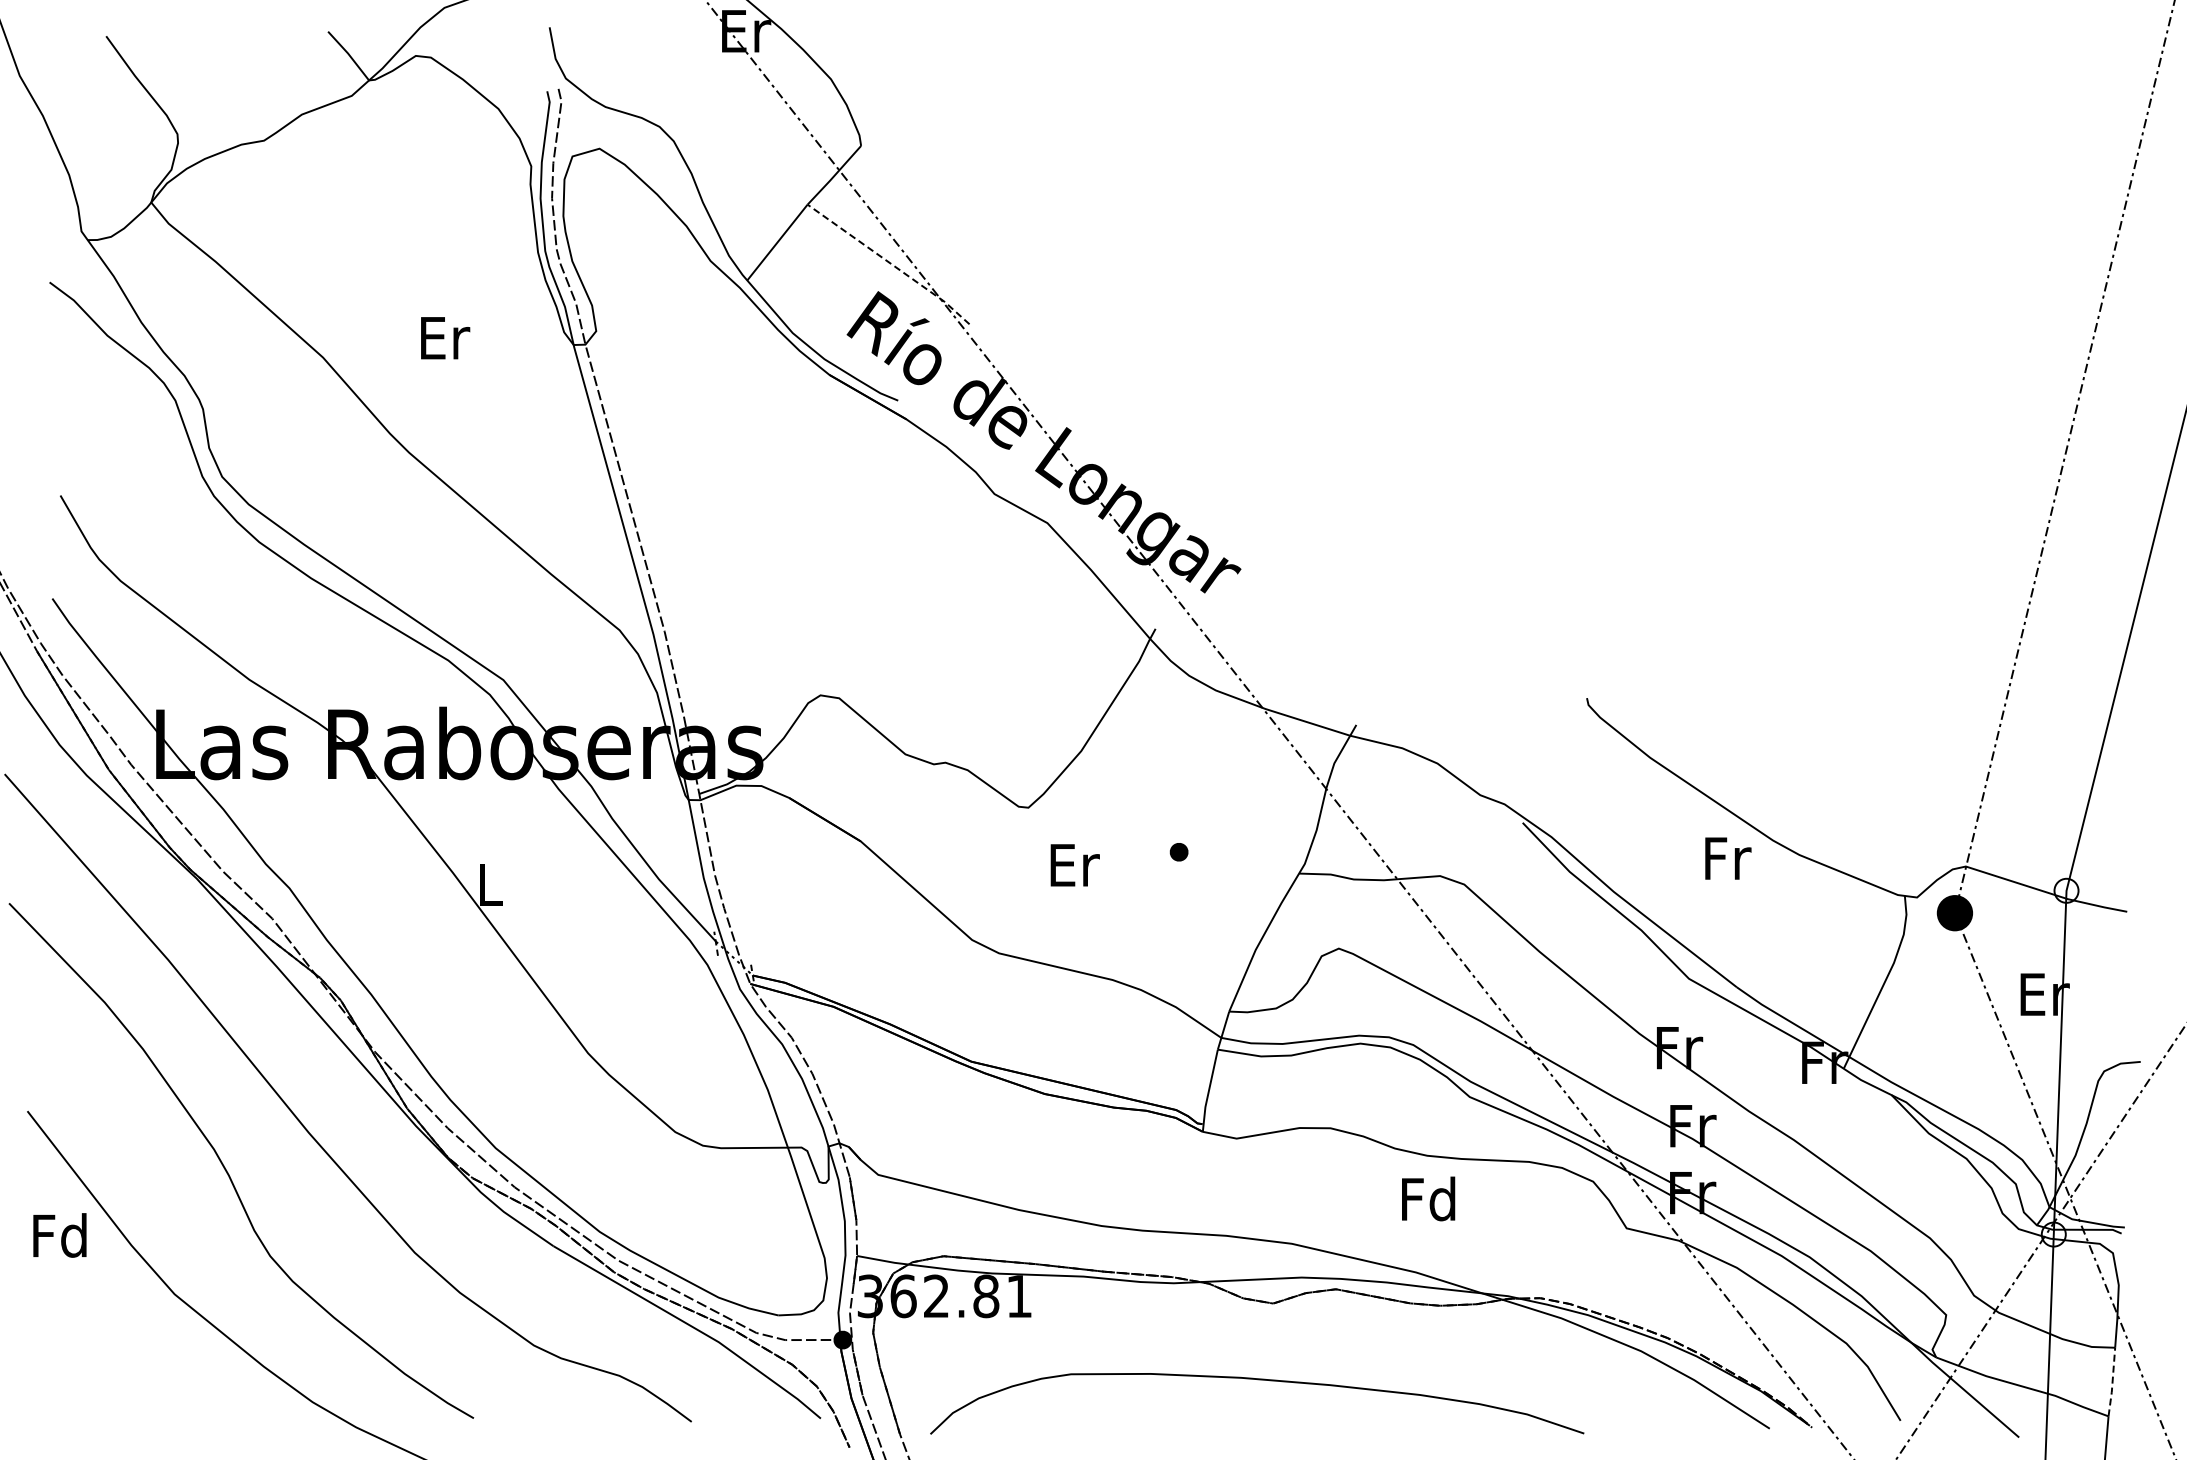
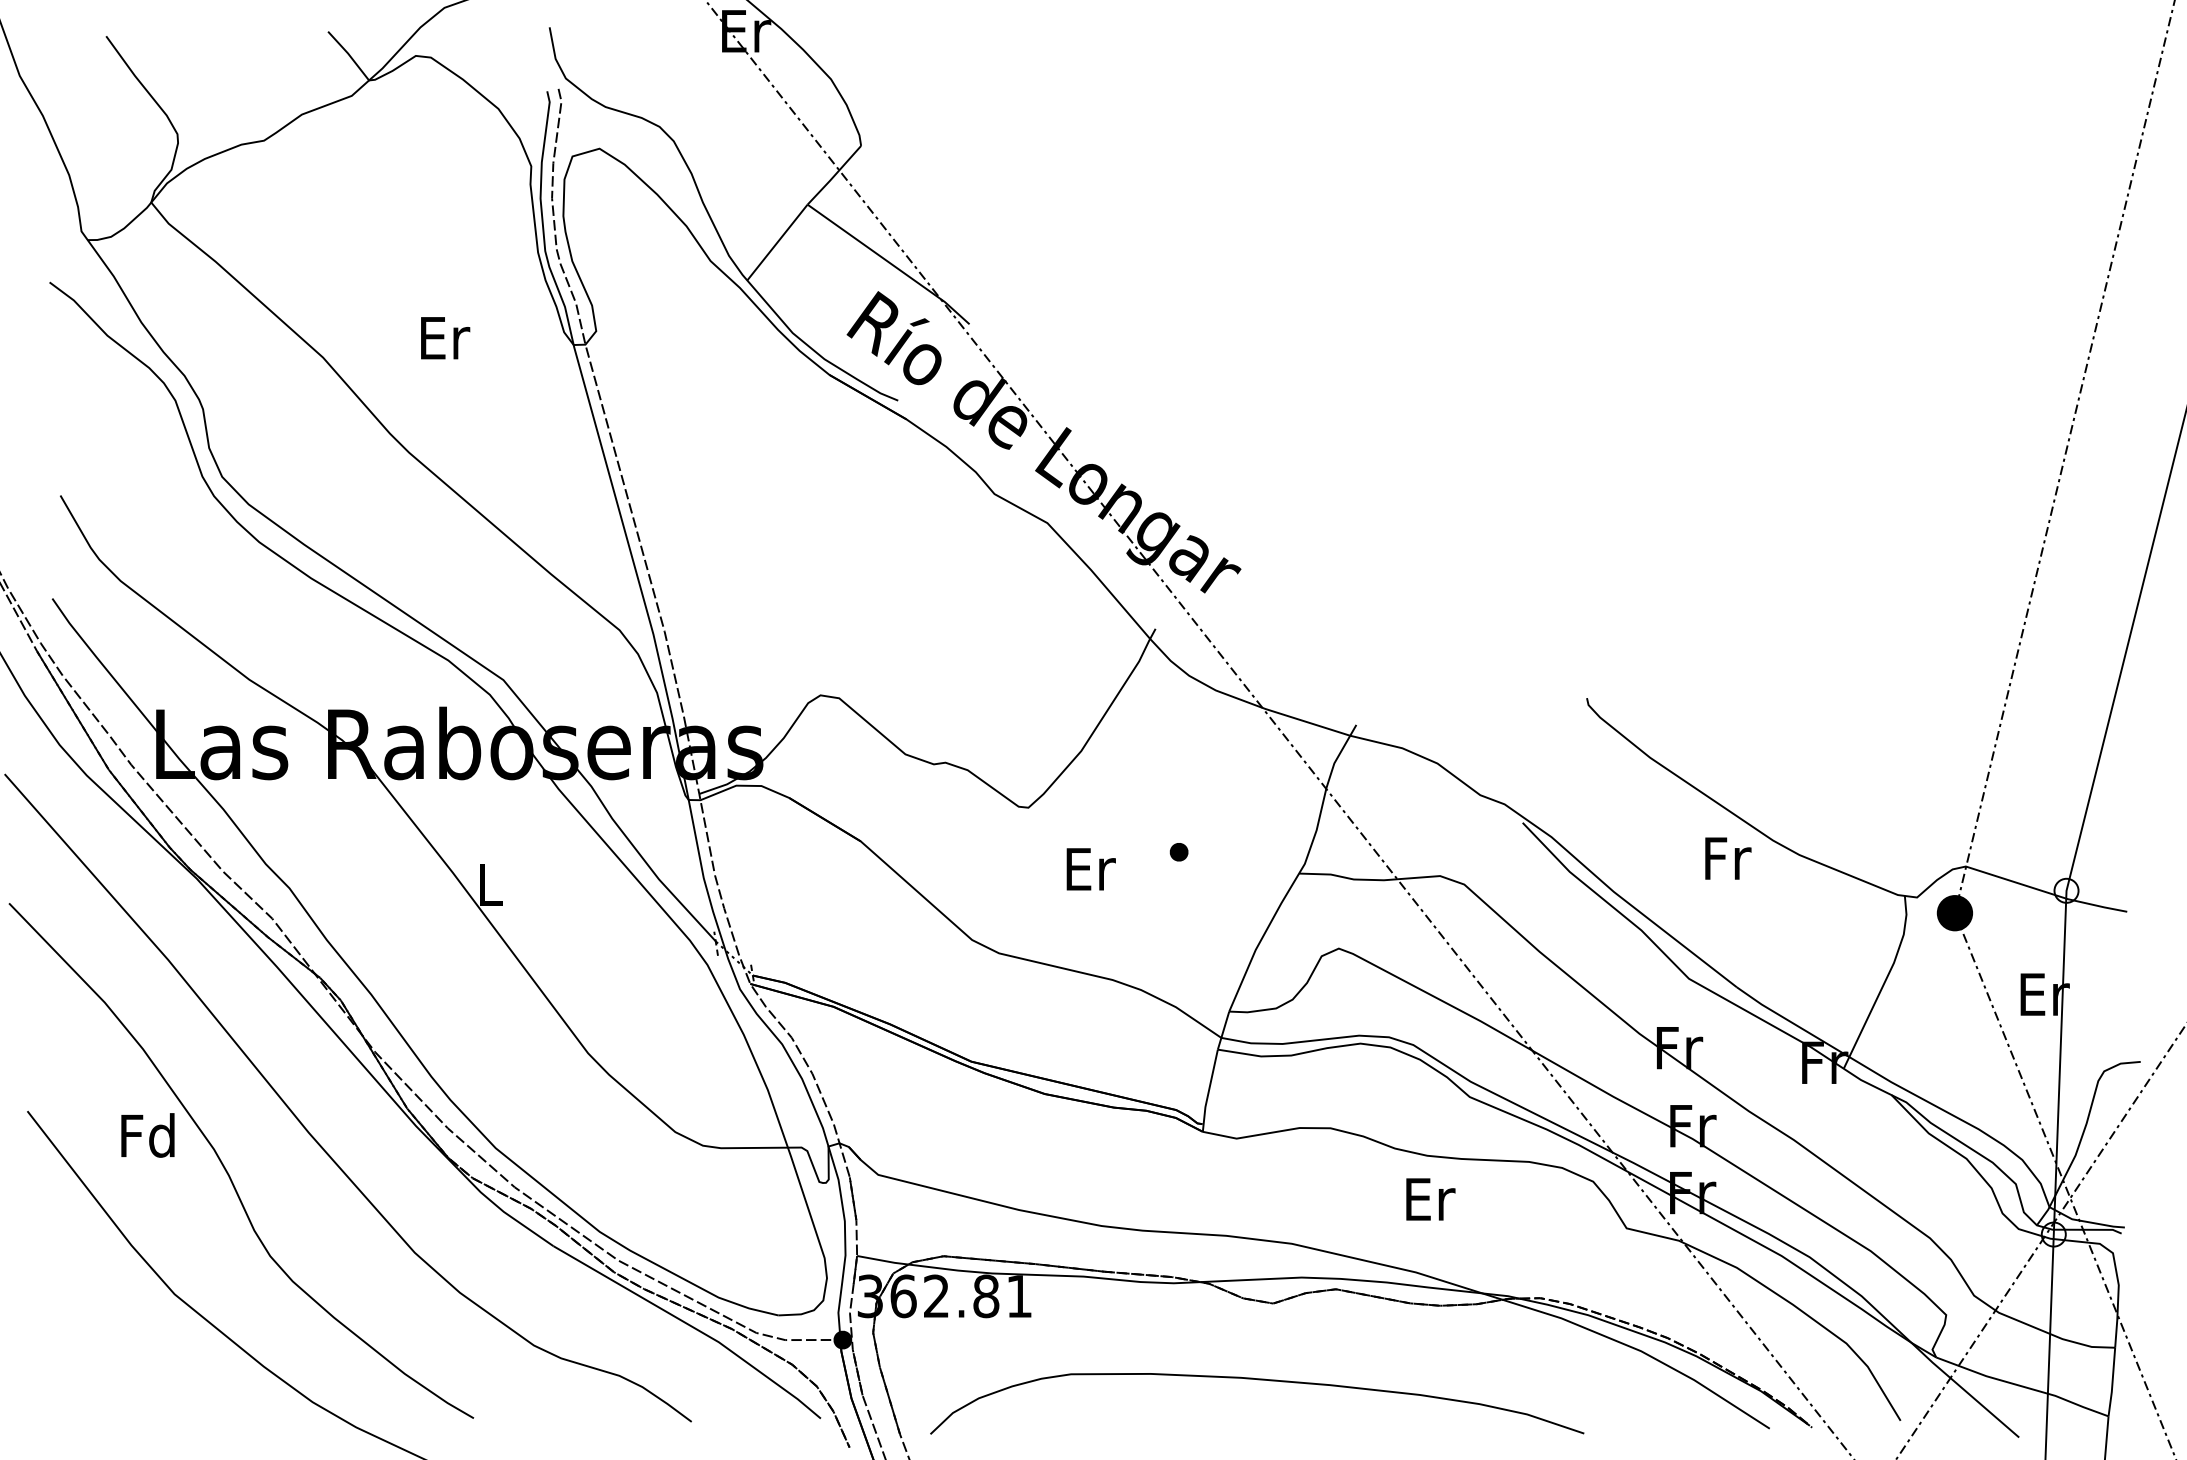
line at (890, 263): dashed -> solid
text at (1074, 865) position: (1074, 865) -> (1090, 869)
text at (1428, 1198): Fd -> Er
text at (59, 1235) position: (59, 1235) -> (147, 1135)
line at (2112, 1382): dashed -> solid
